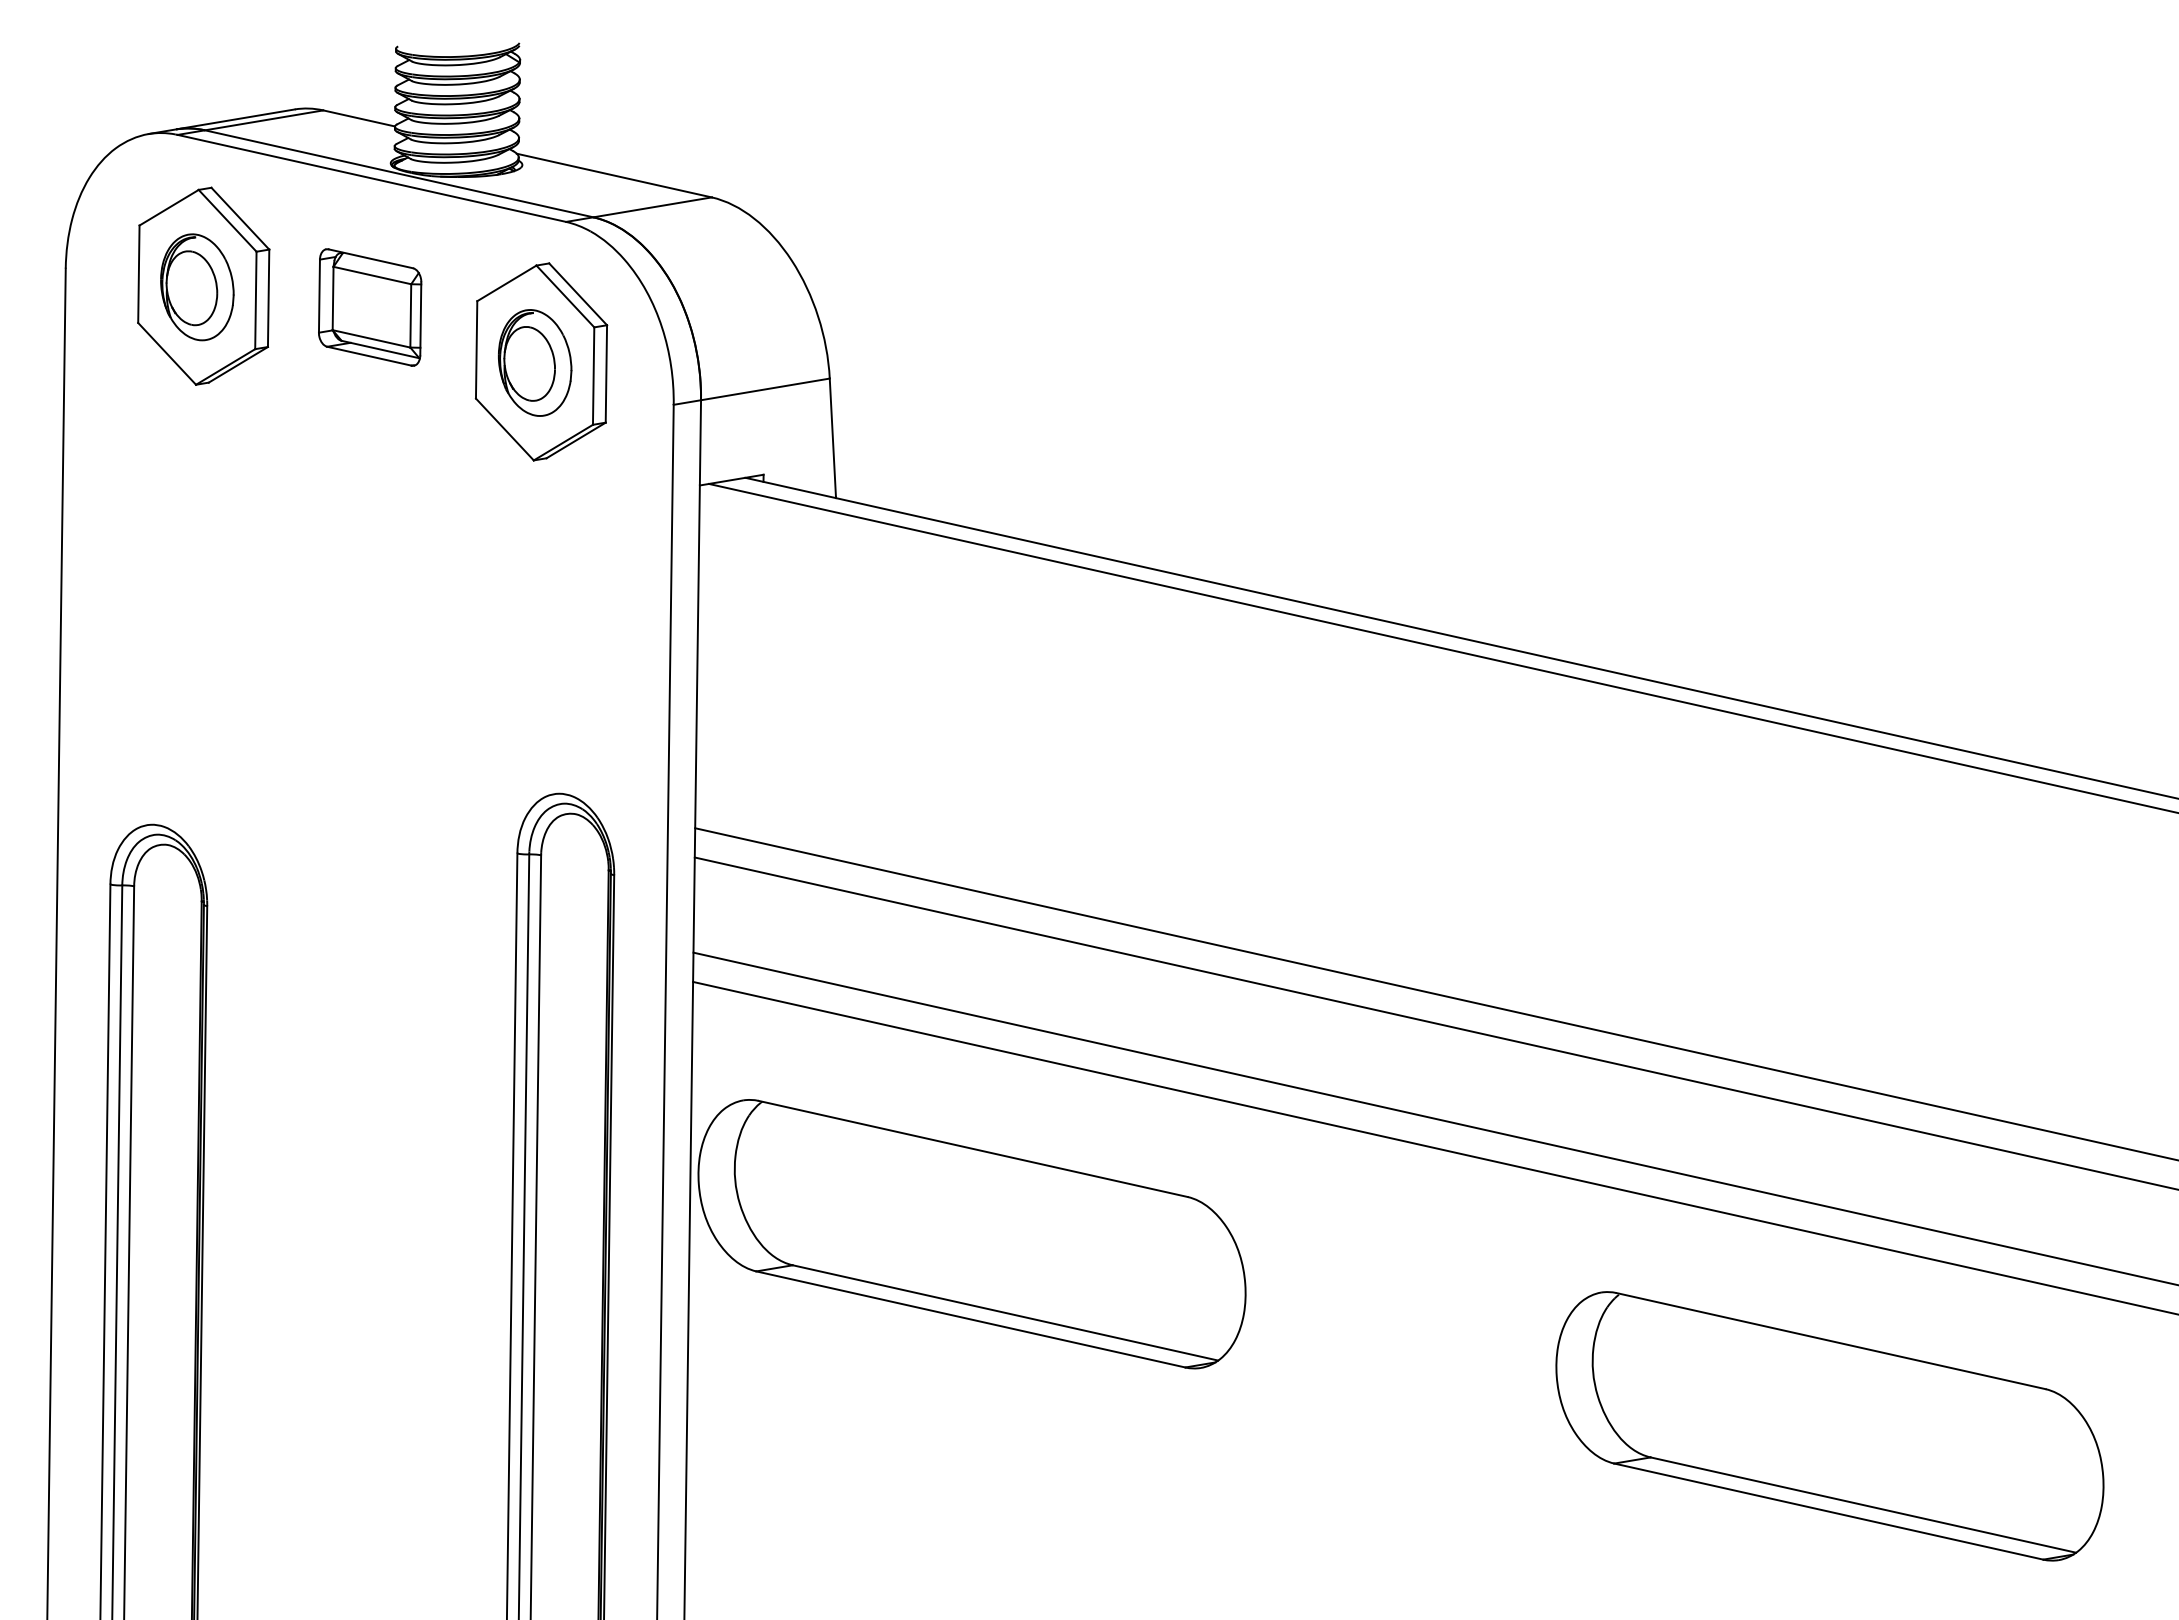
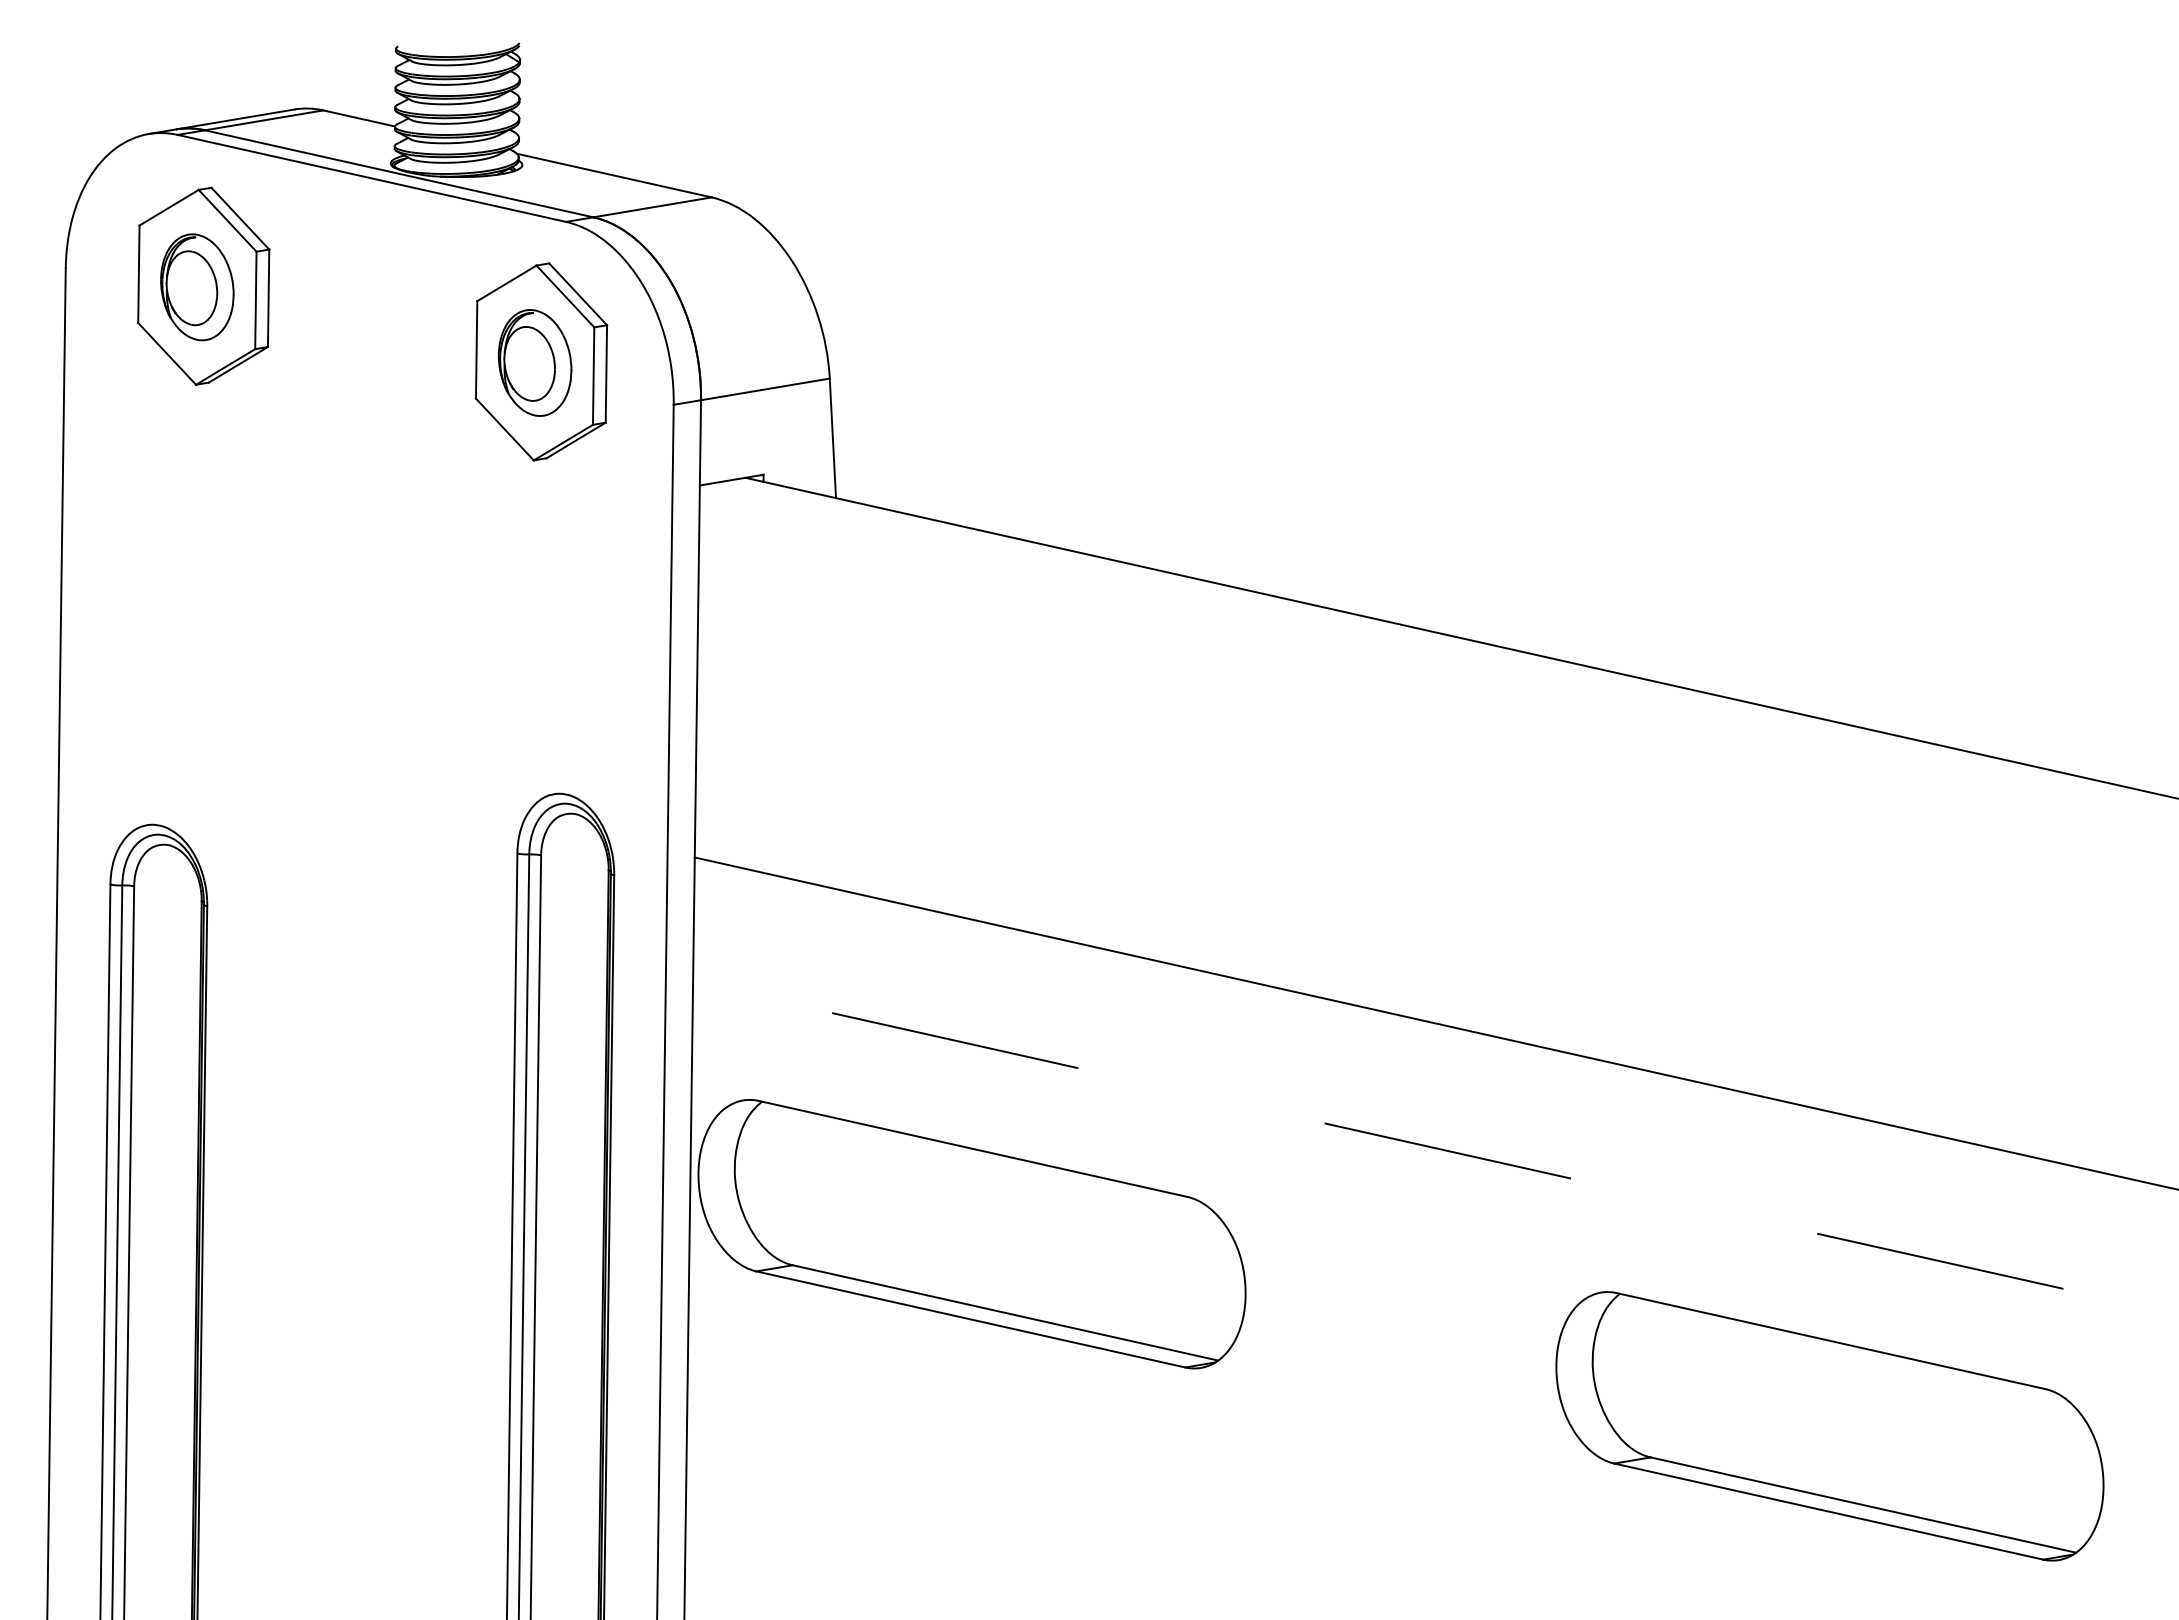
part at (370, 307): present -> none
line at (1441, 647): present -> none
line at (1435, 993): present -> none
line at (1434, 1118): present -> none
line at (1435, 1148): solid -> dashed
